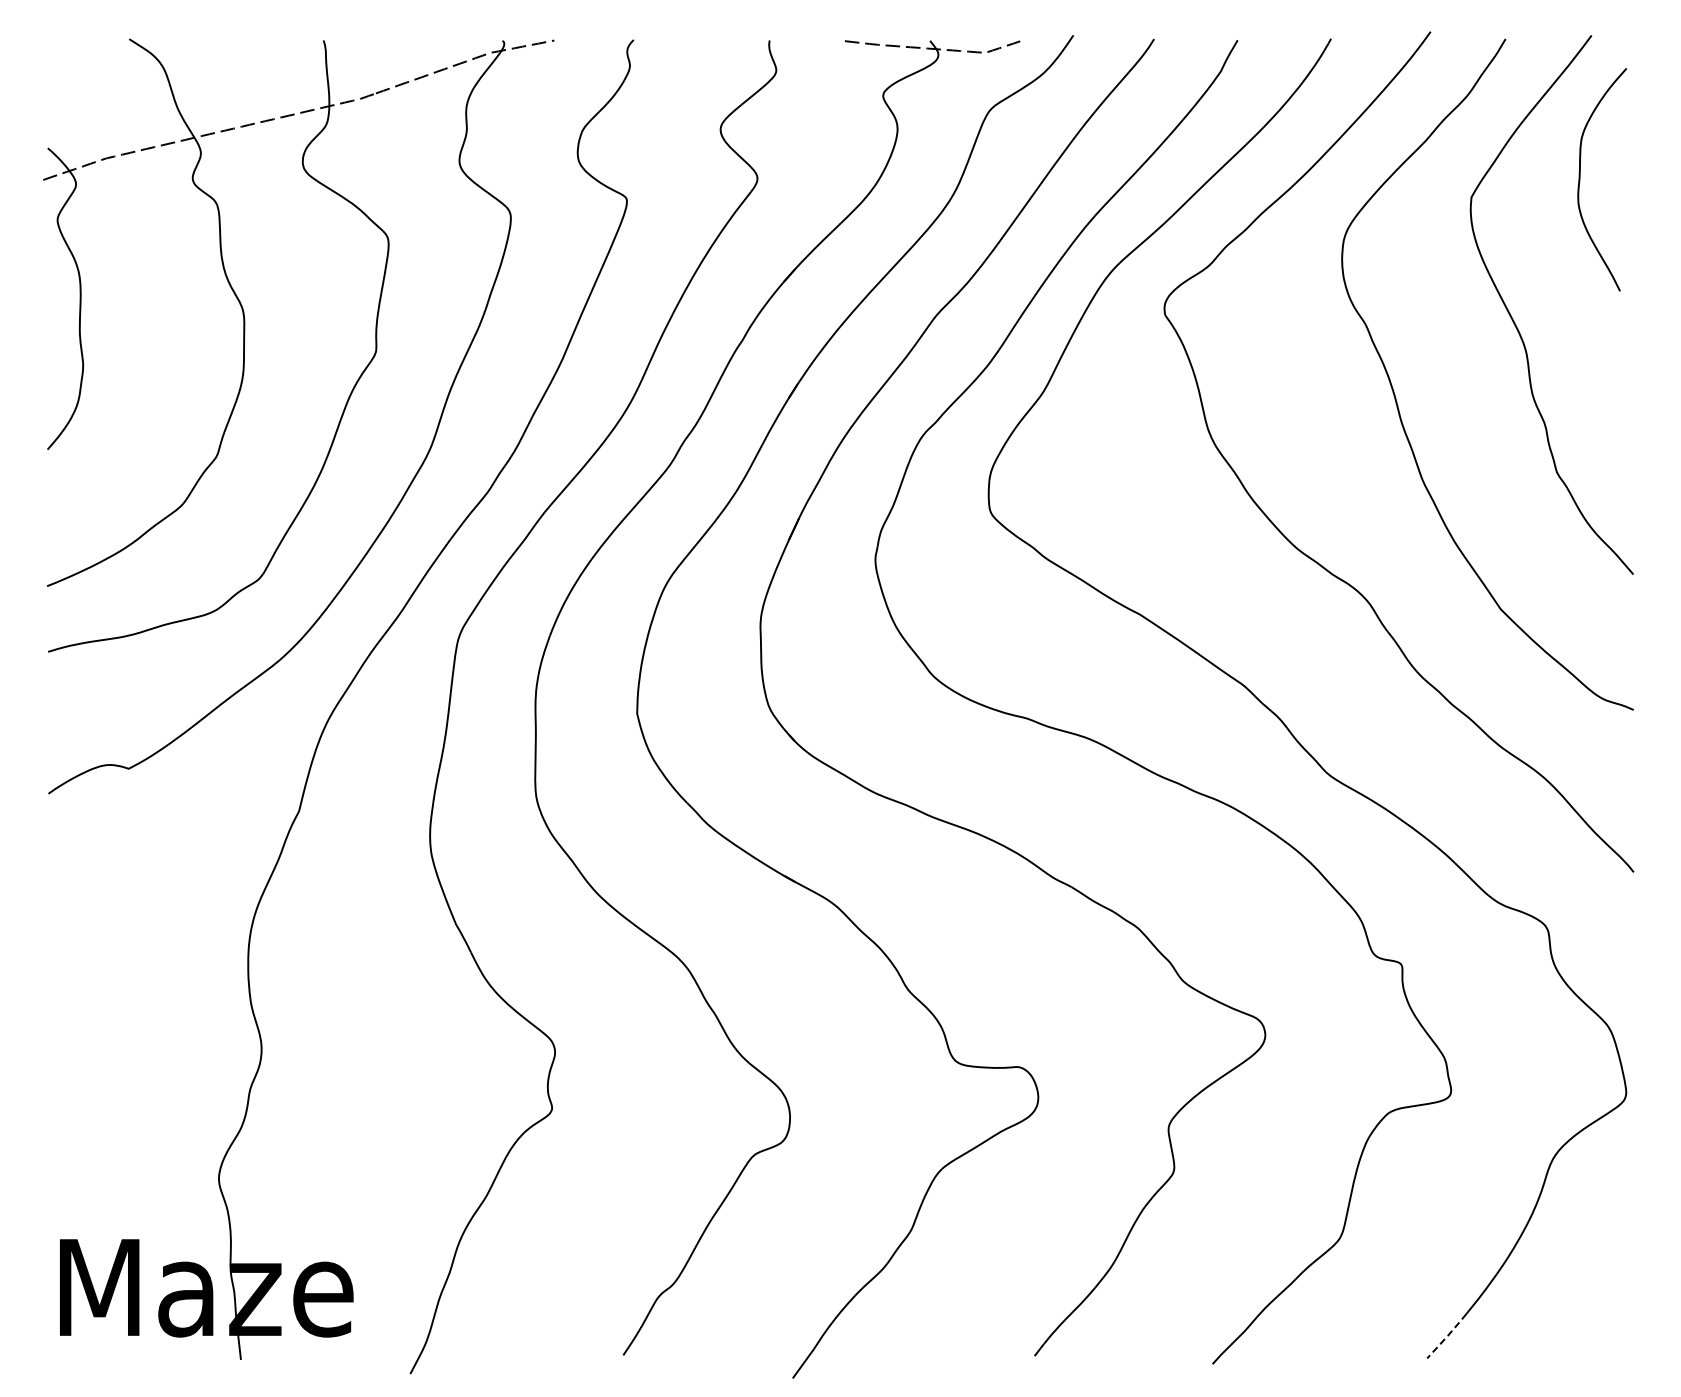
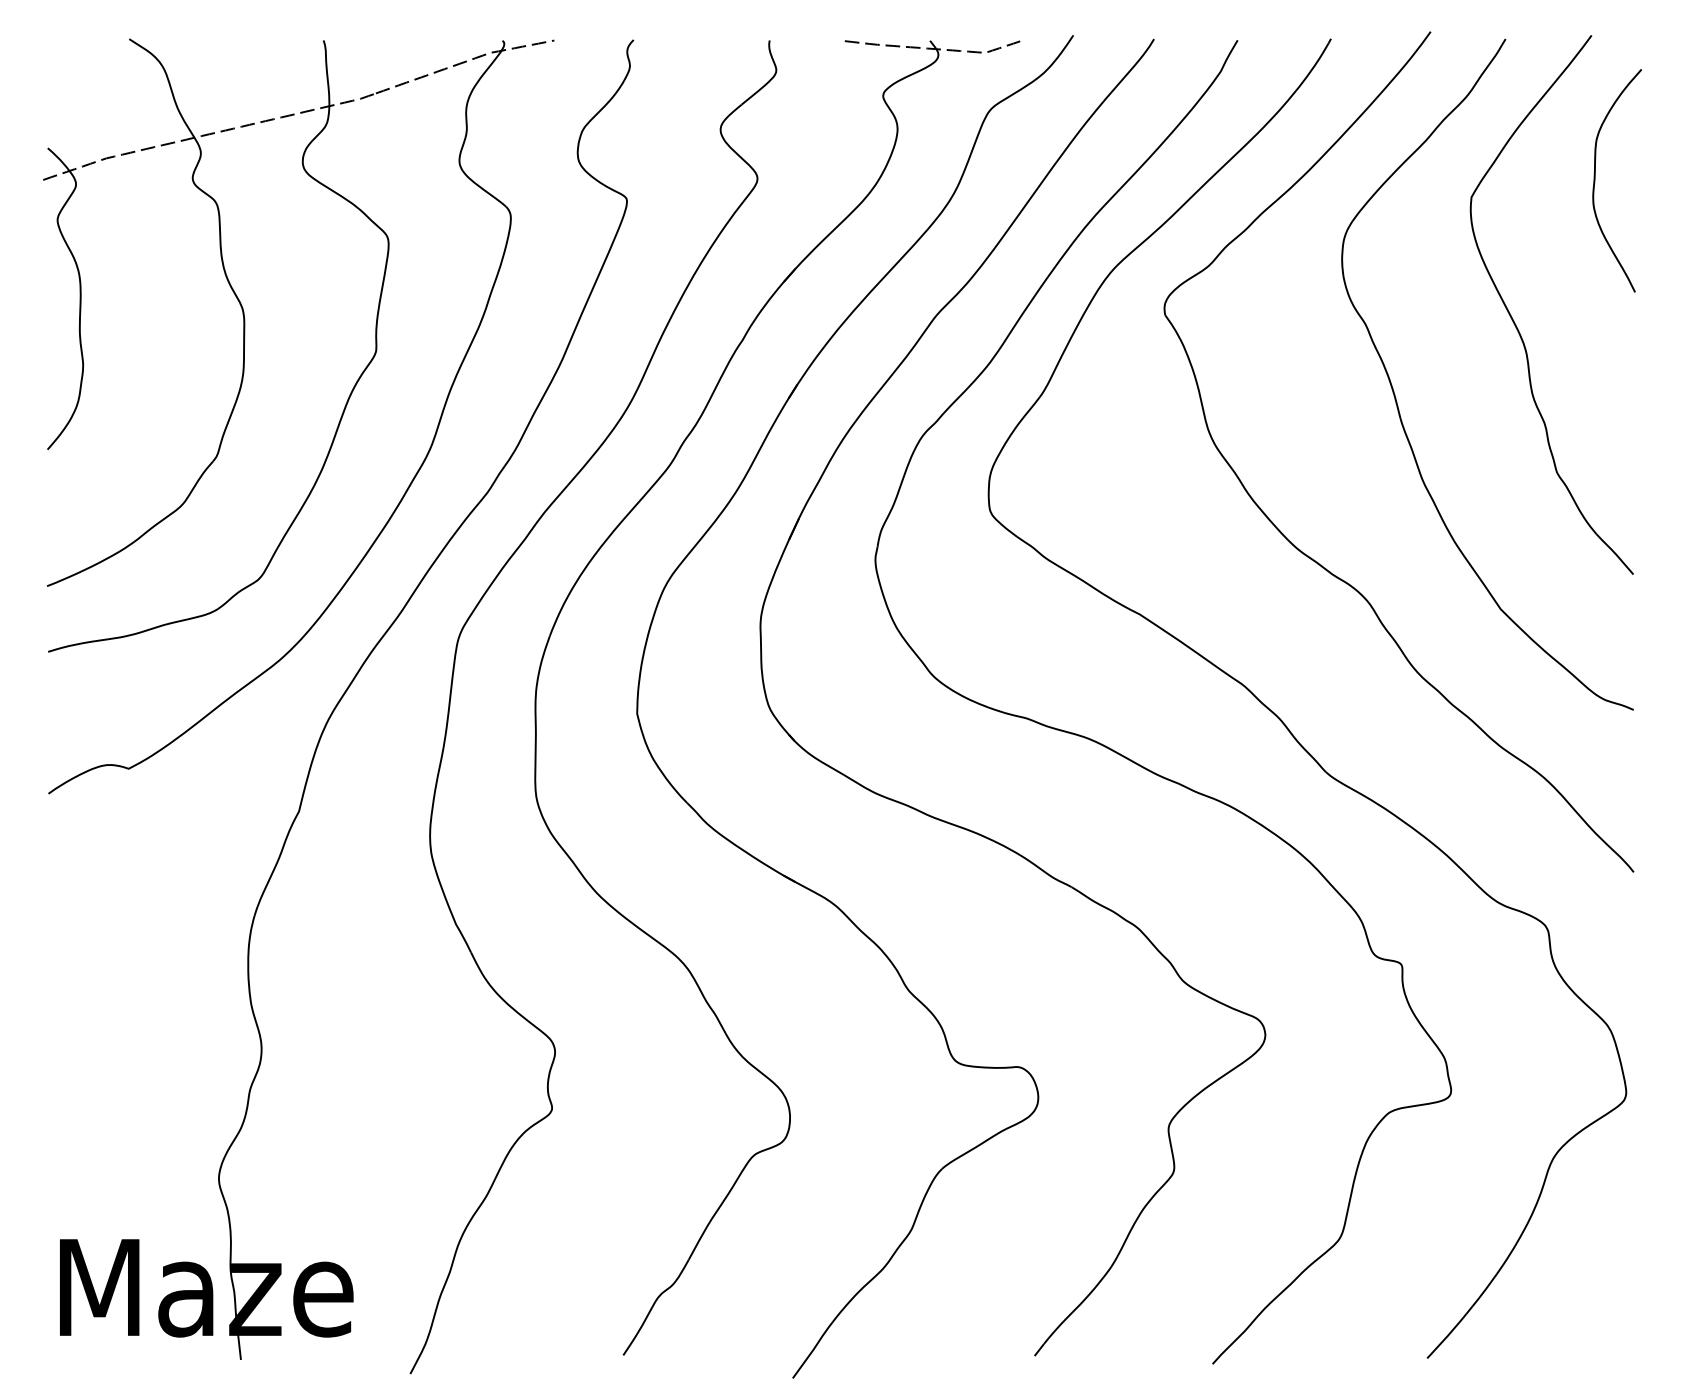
curve at (1580, 179) position: (1580, 179) -> (1595, 180)
line at (1447, 1335): dashed -> solid
